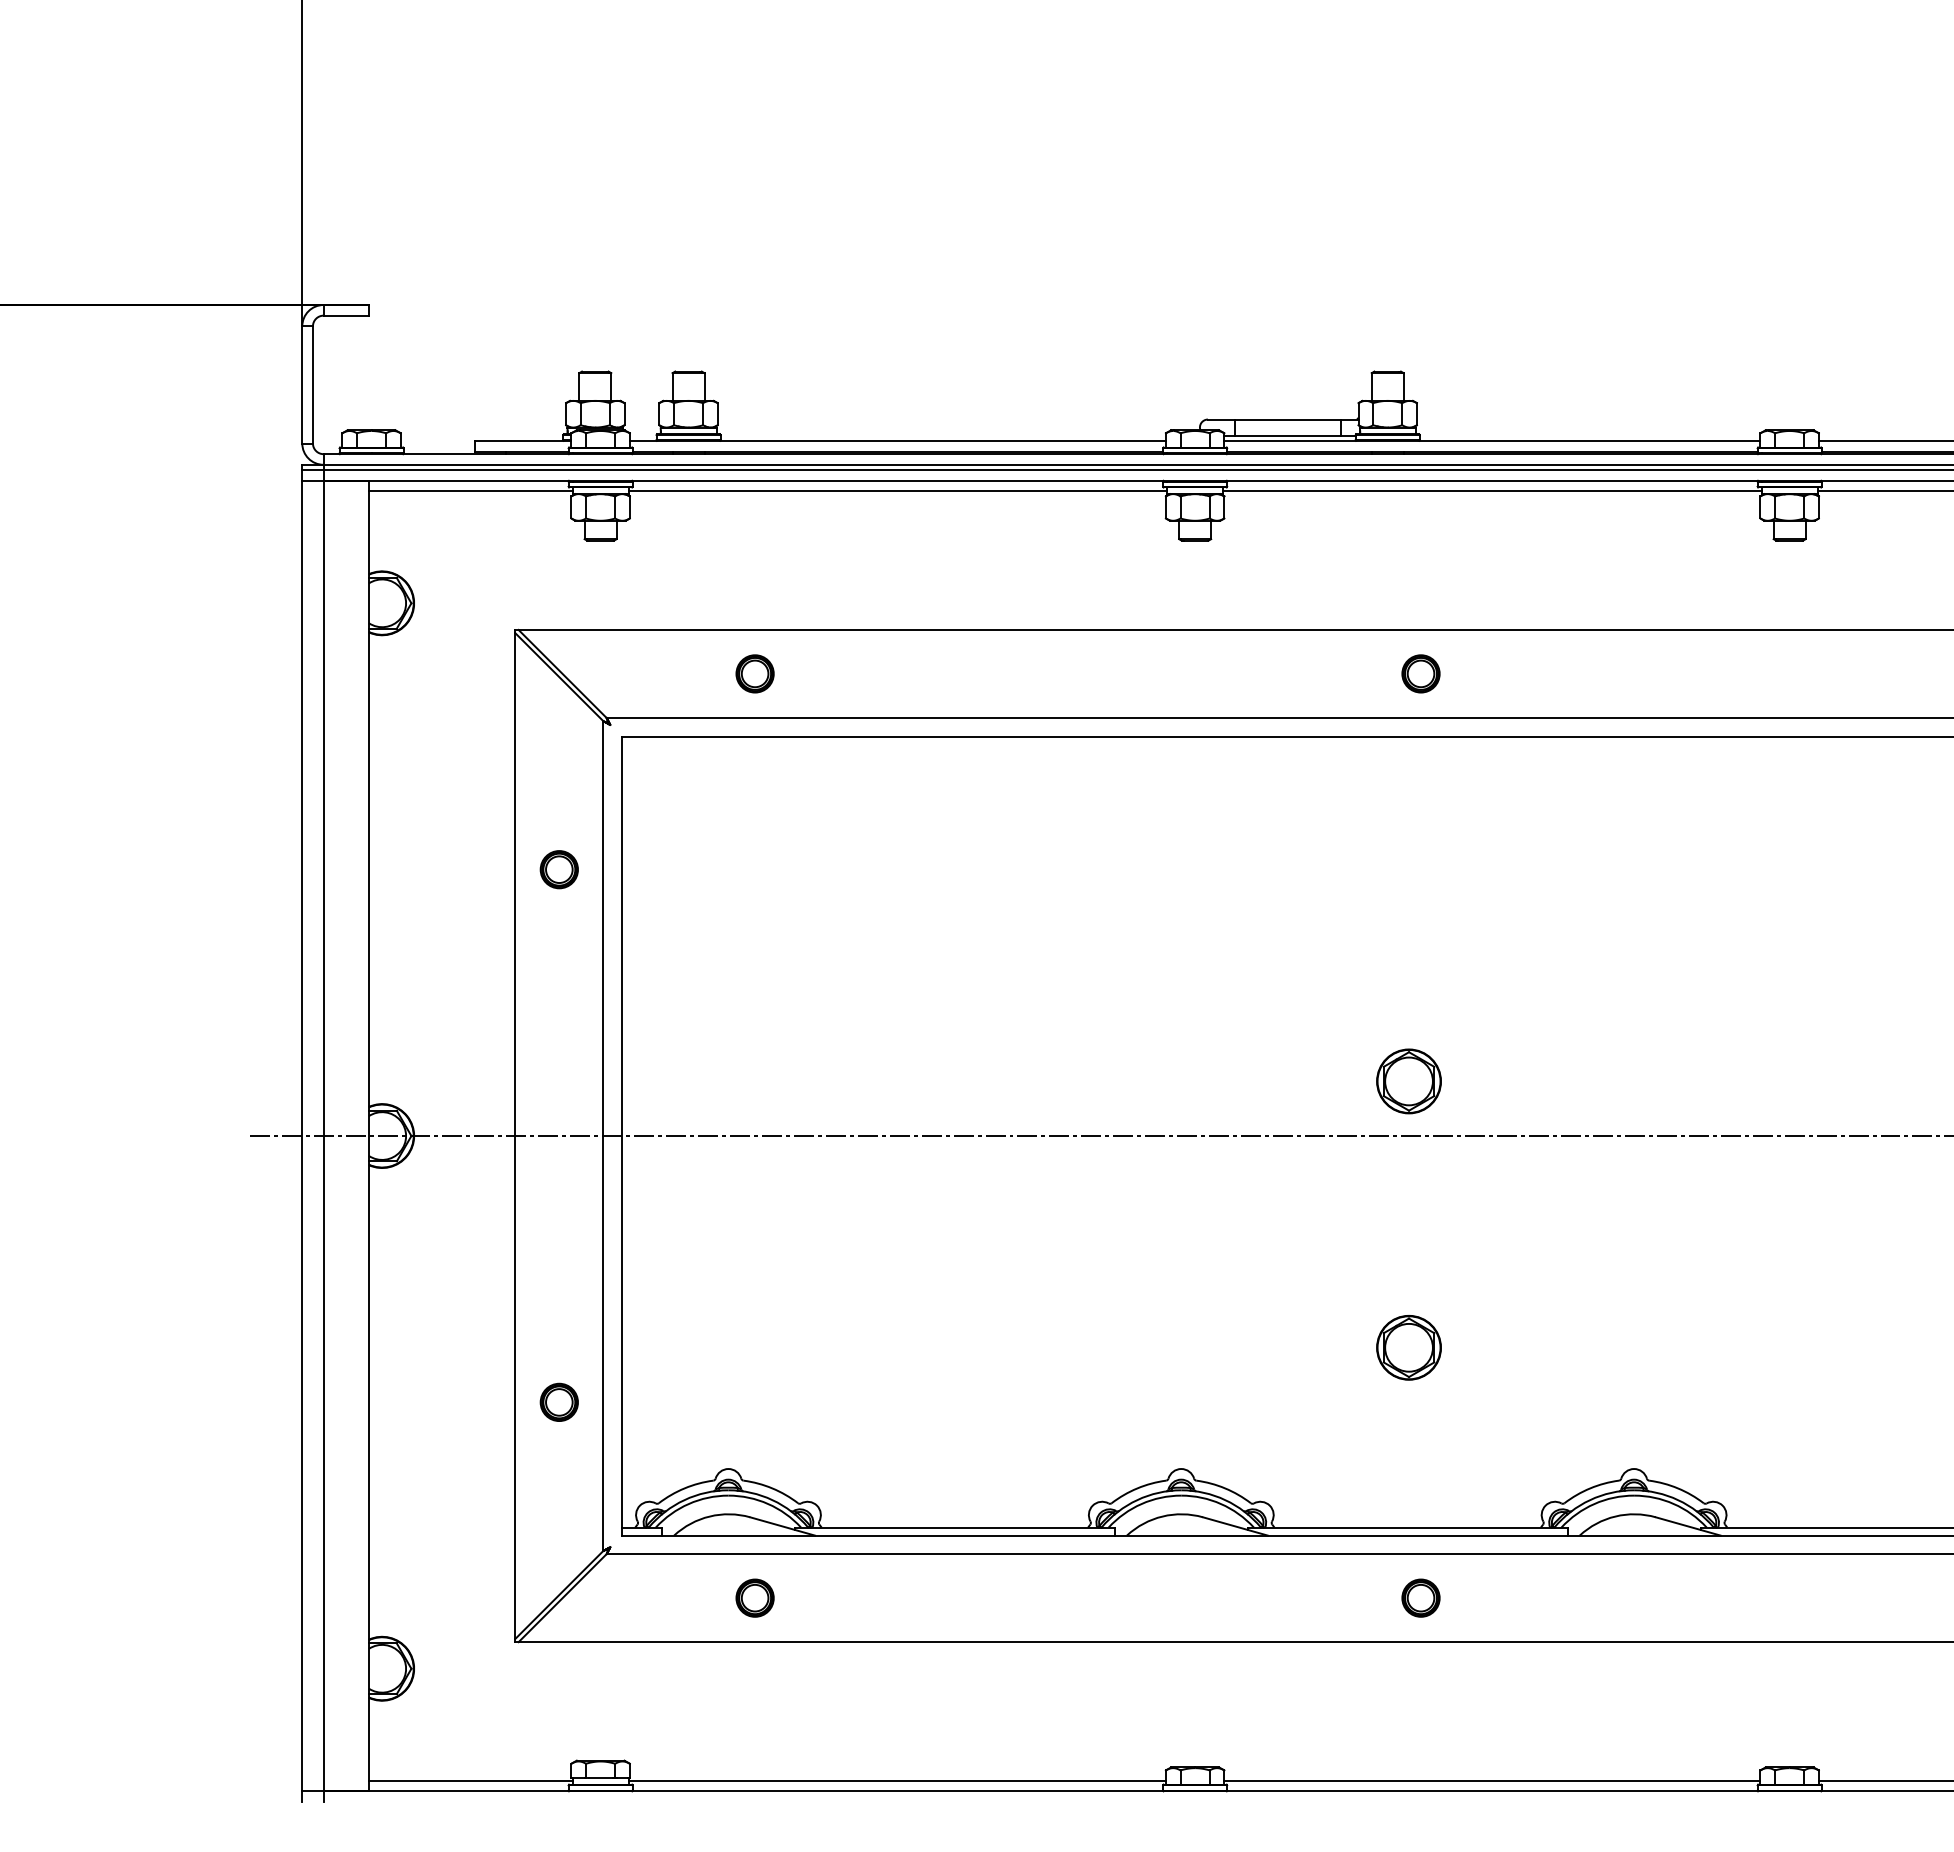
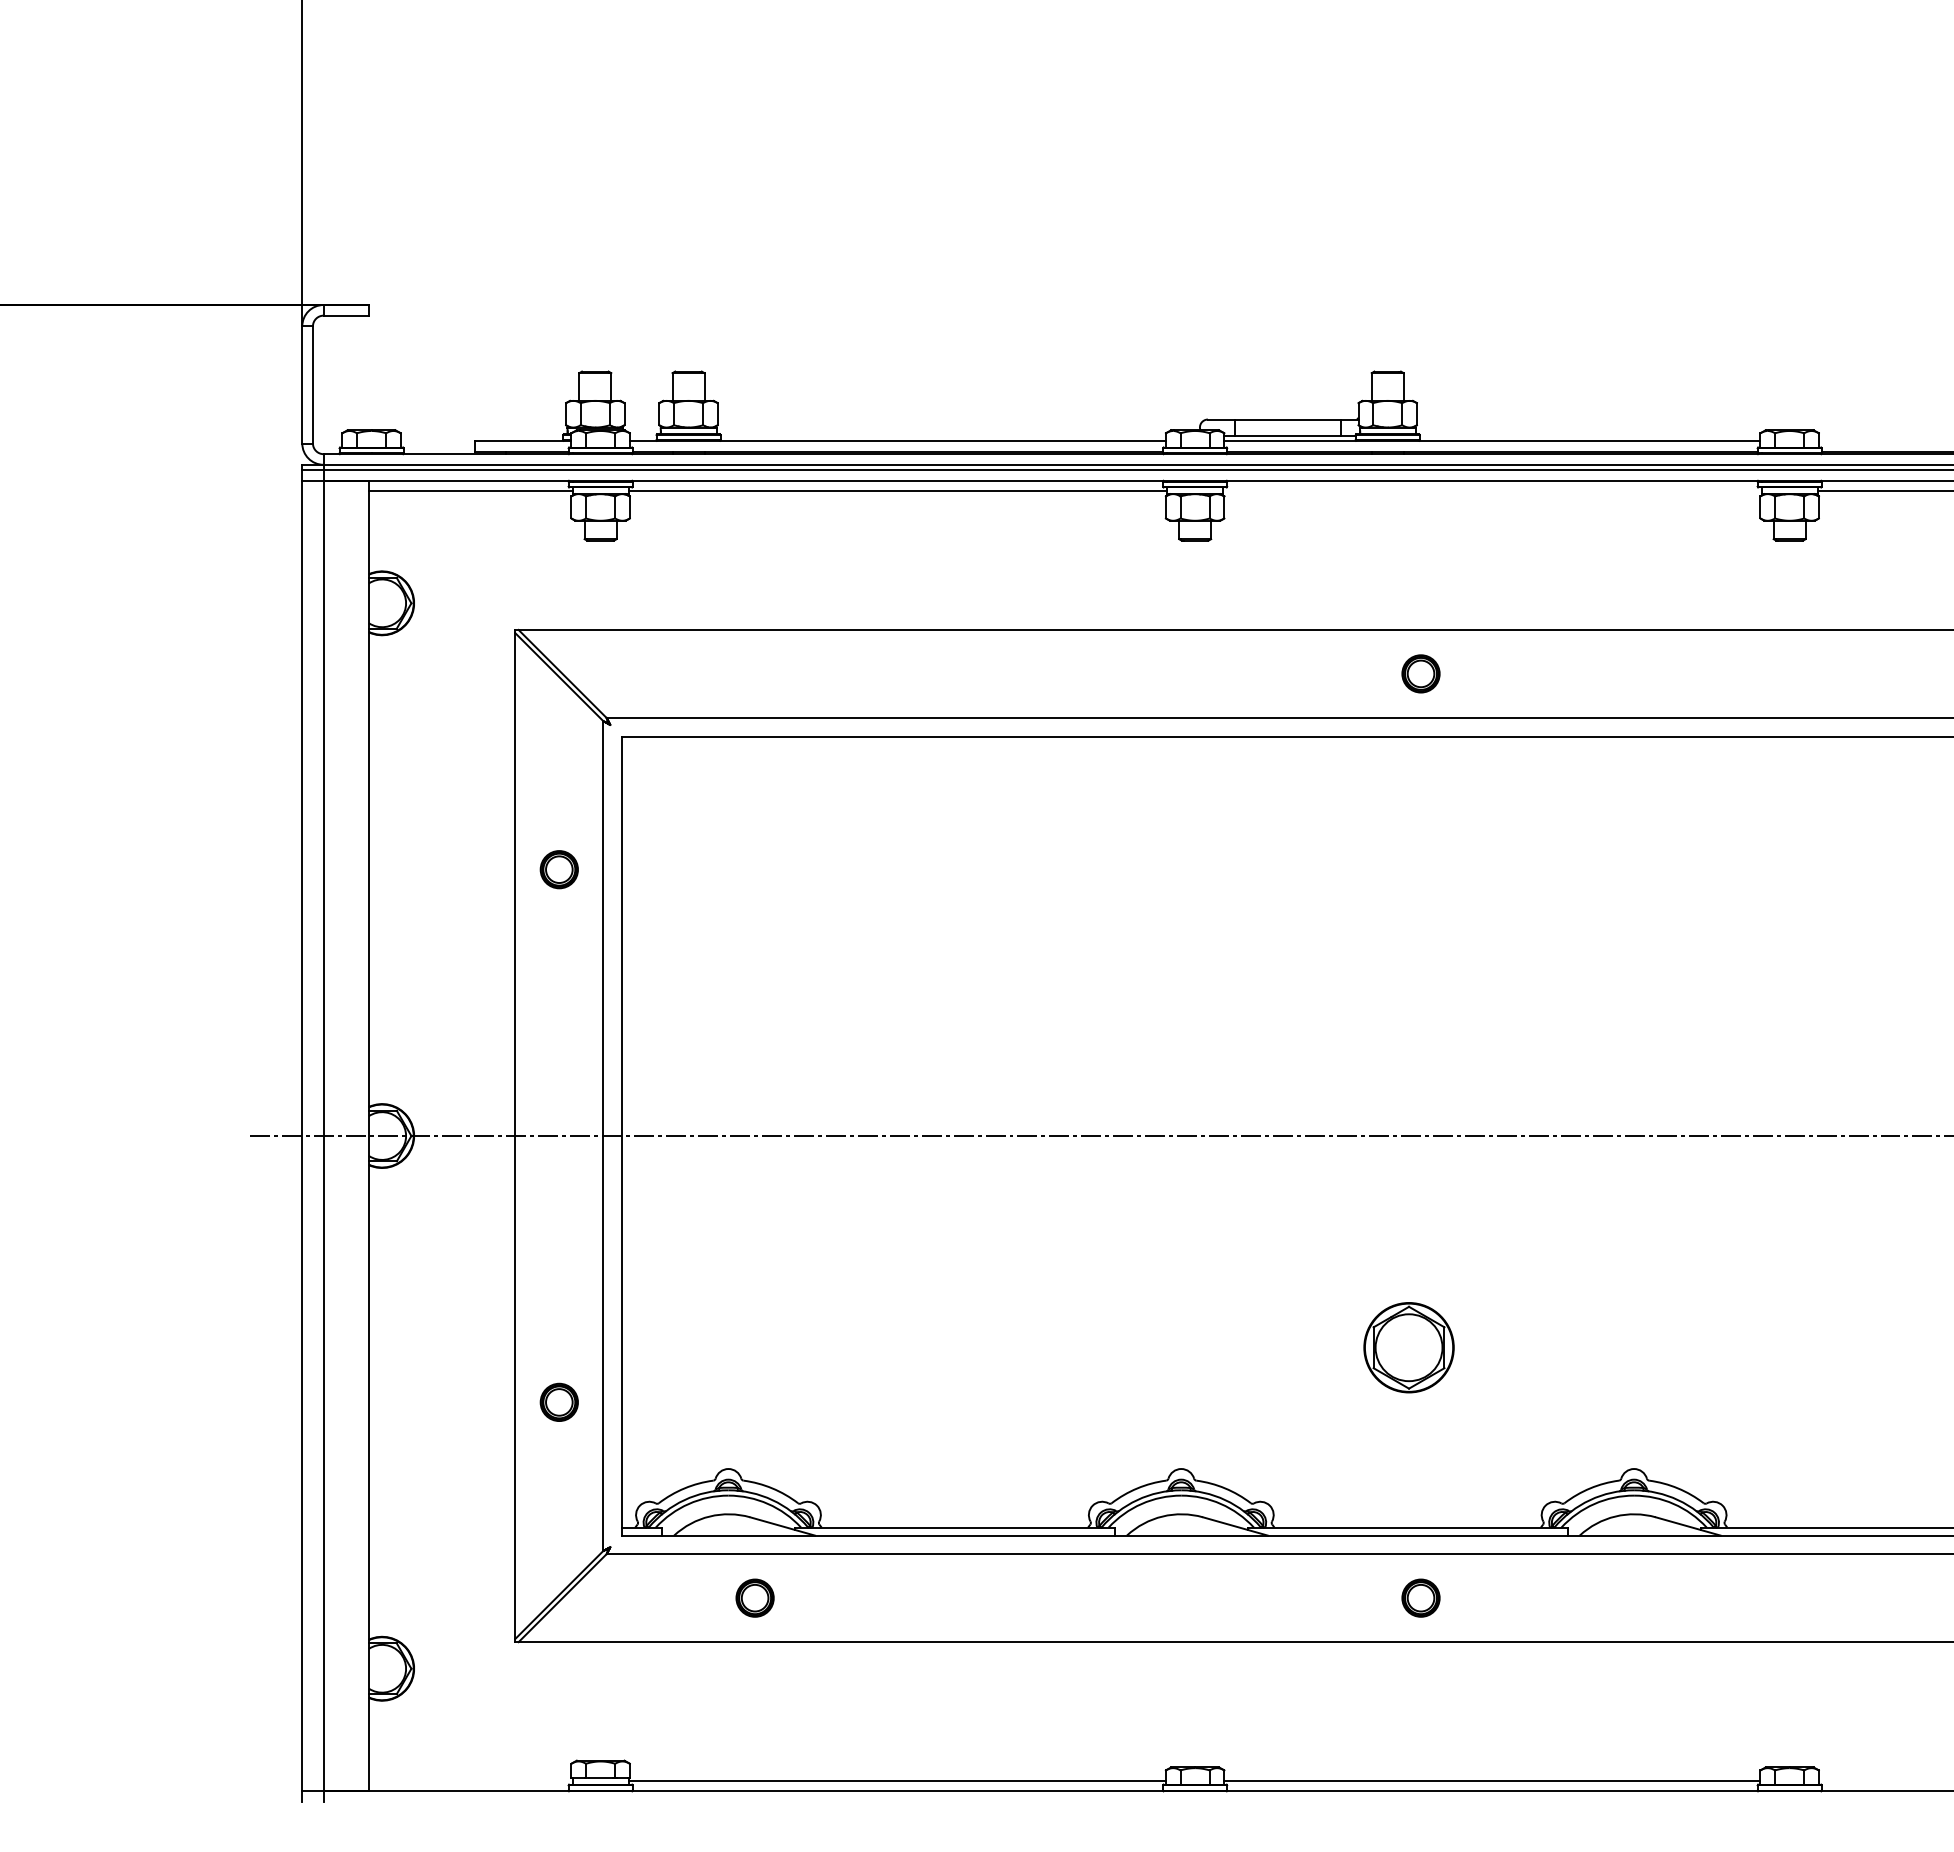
line at (1884, 440): present -> none
line at (1492, 491): present -> none
part at (754, 673): present -> none
part at (1408, 1081): present -> none
part at (1408, 1347) size: 66x66 px -> 92x92 px
line at (470, 1780): present -> none
line at (1884, 1780): present -> none
